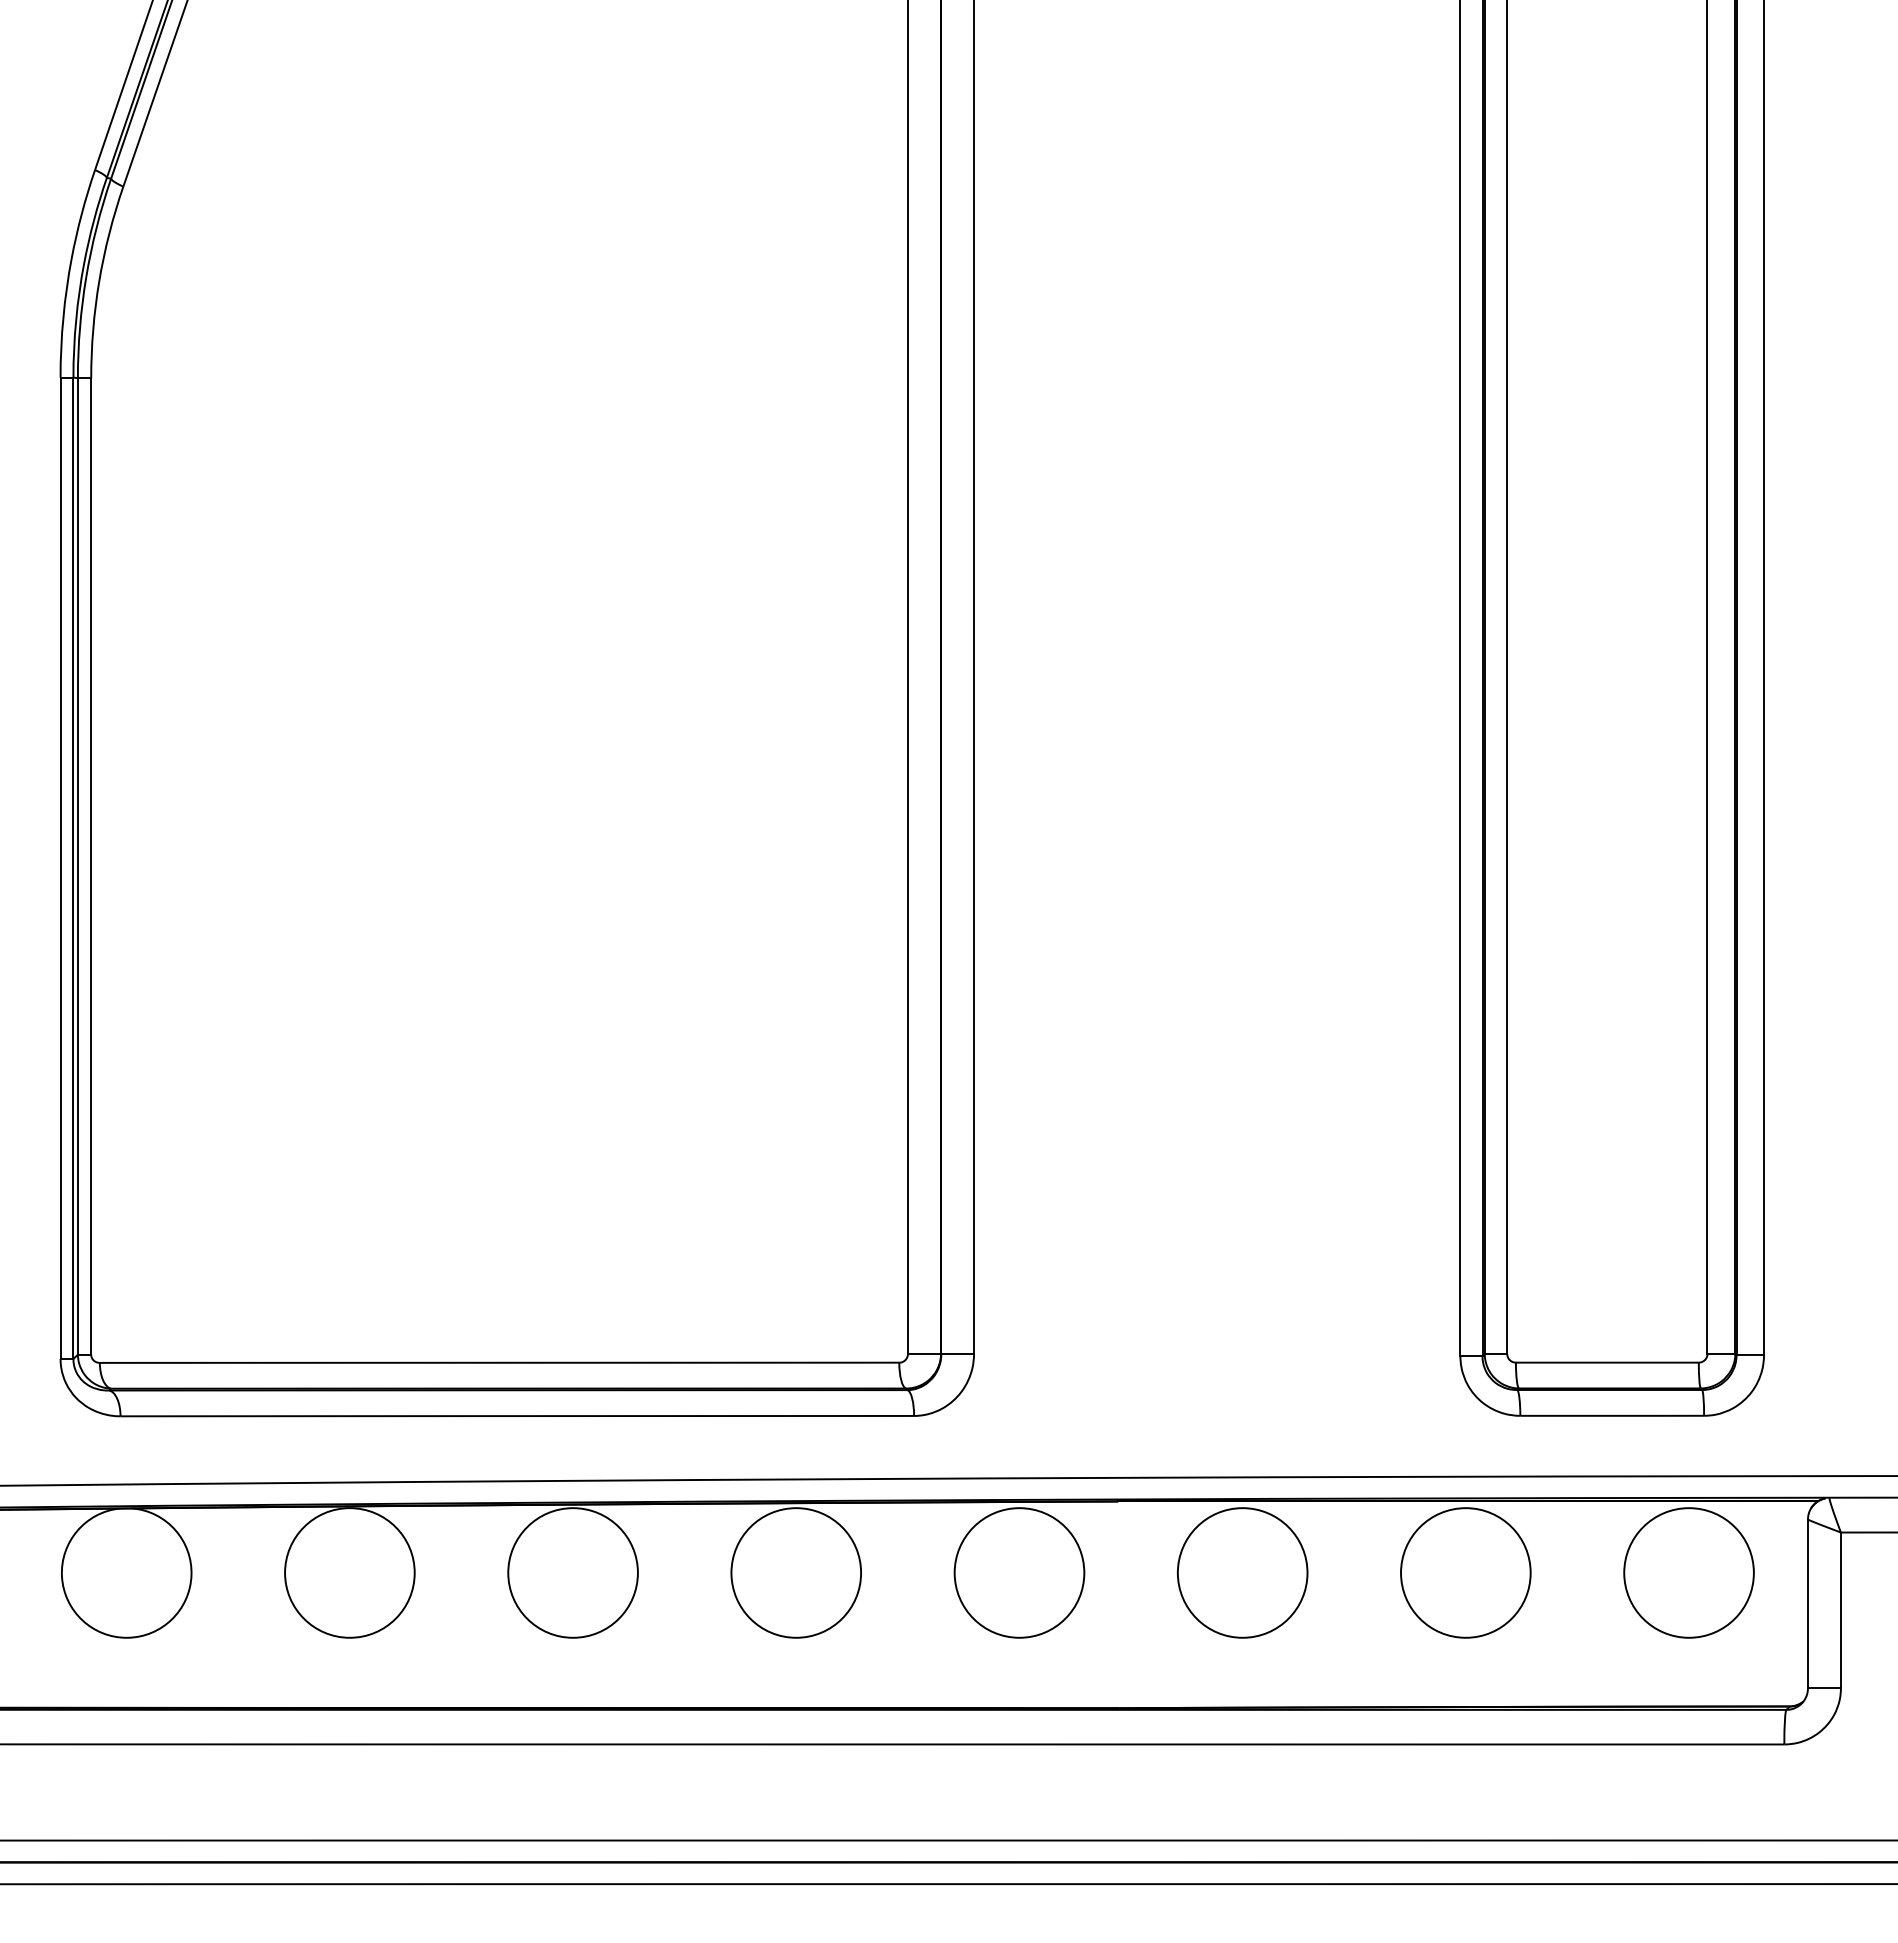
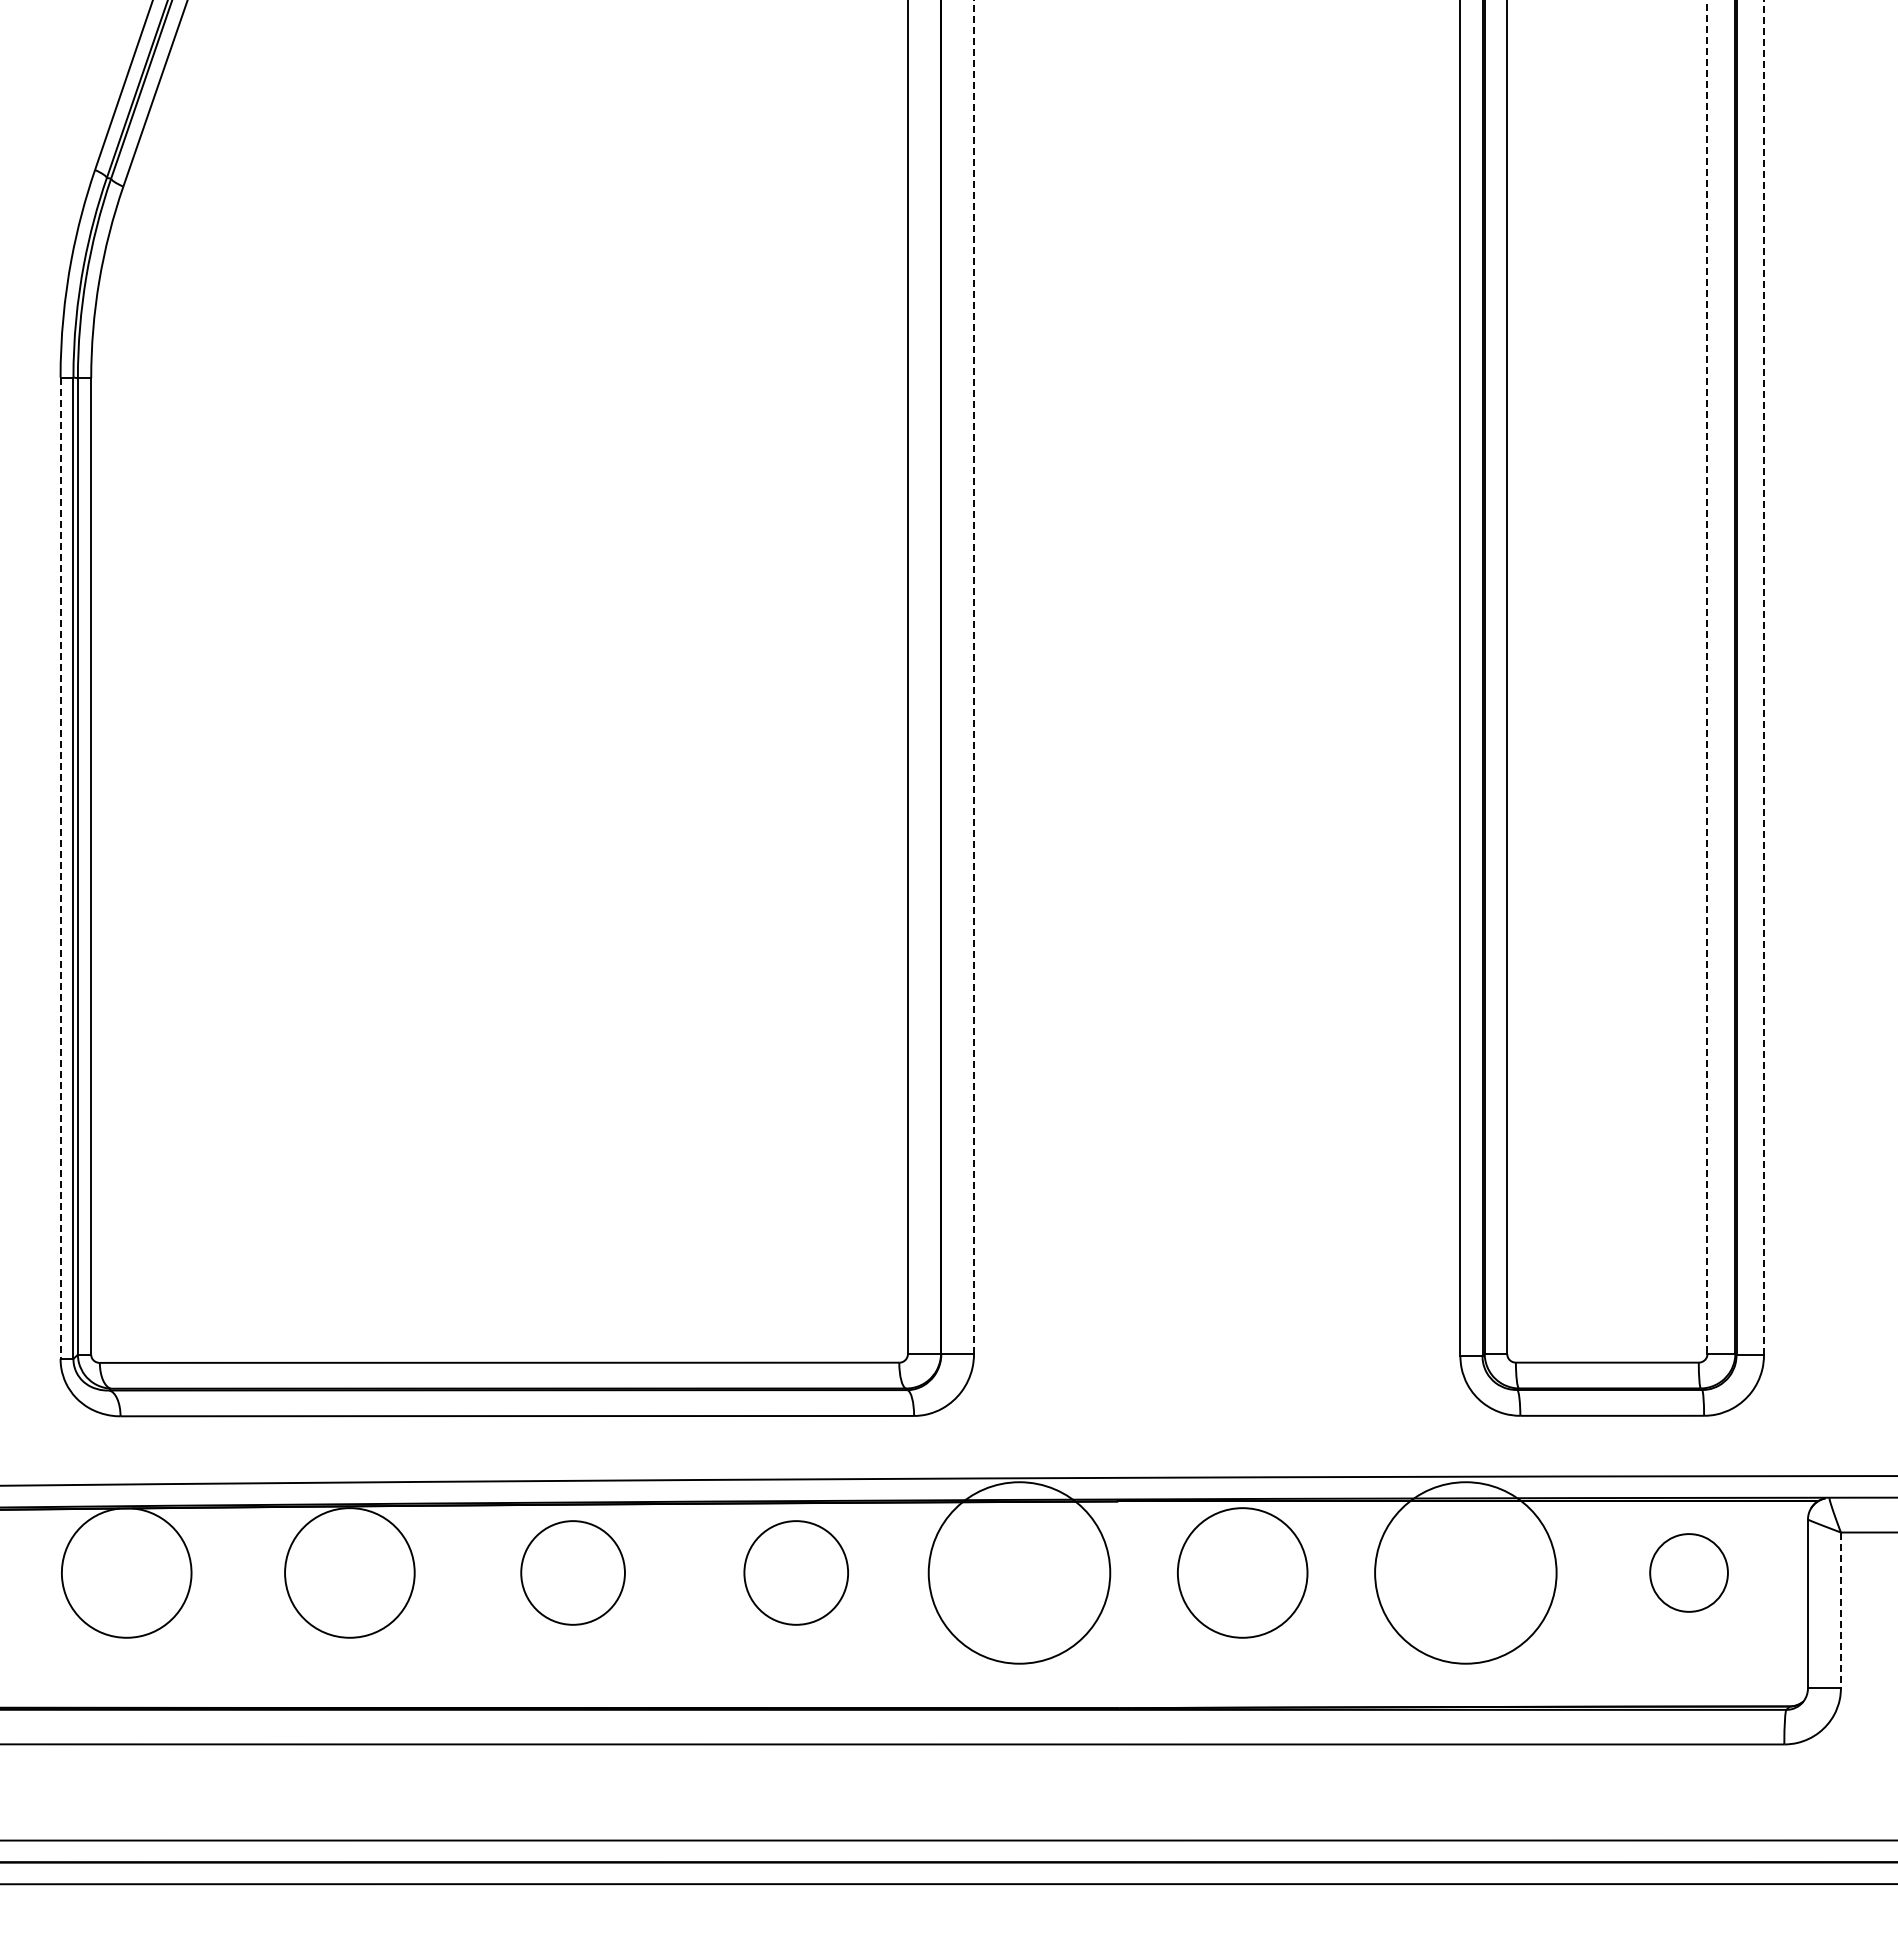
line at (974, 677): solid -> dashed
line at (1707, 677): solid -> dashed
line at (1764, 677): solid -> dashed
line at (60, 868): solid -> dashed
circle at (572, 1572) diameter: 130 px -> 104 px
circle at (796, 1572) diameter: 130 px -> 104 px
circle at (1019, 1572) diameter: 130 px -> 182 px
circle at (1465, 1572) diameter: 130 px -> 182 px
circle at (1688, 1572) diameter: 130 px -> 78 px
line at (1840, 1610): solid -> dashed
